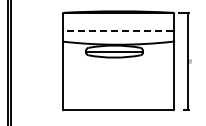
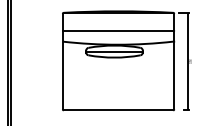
line at (117, 31): dashed -> solid
